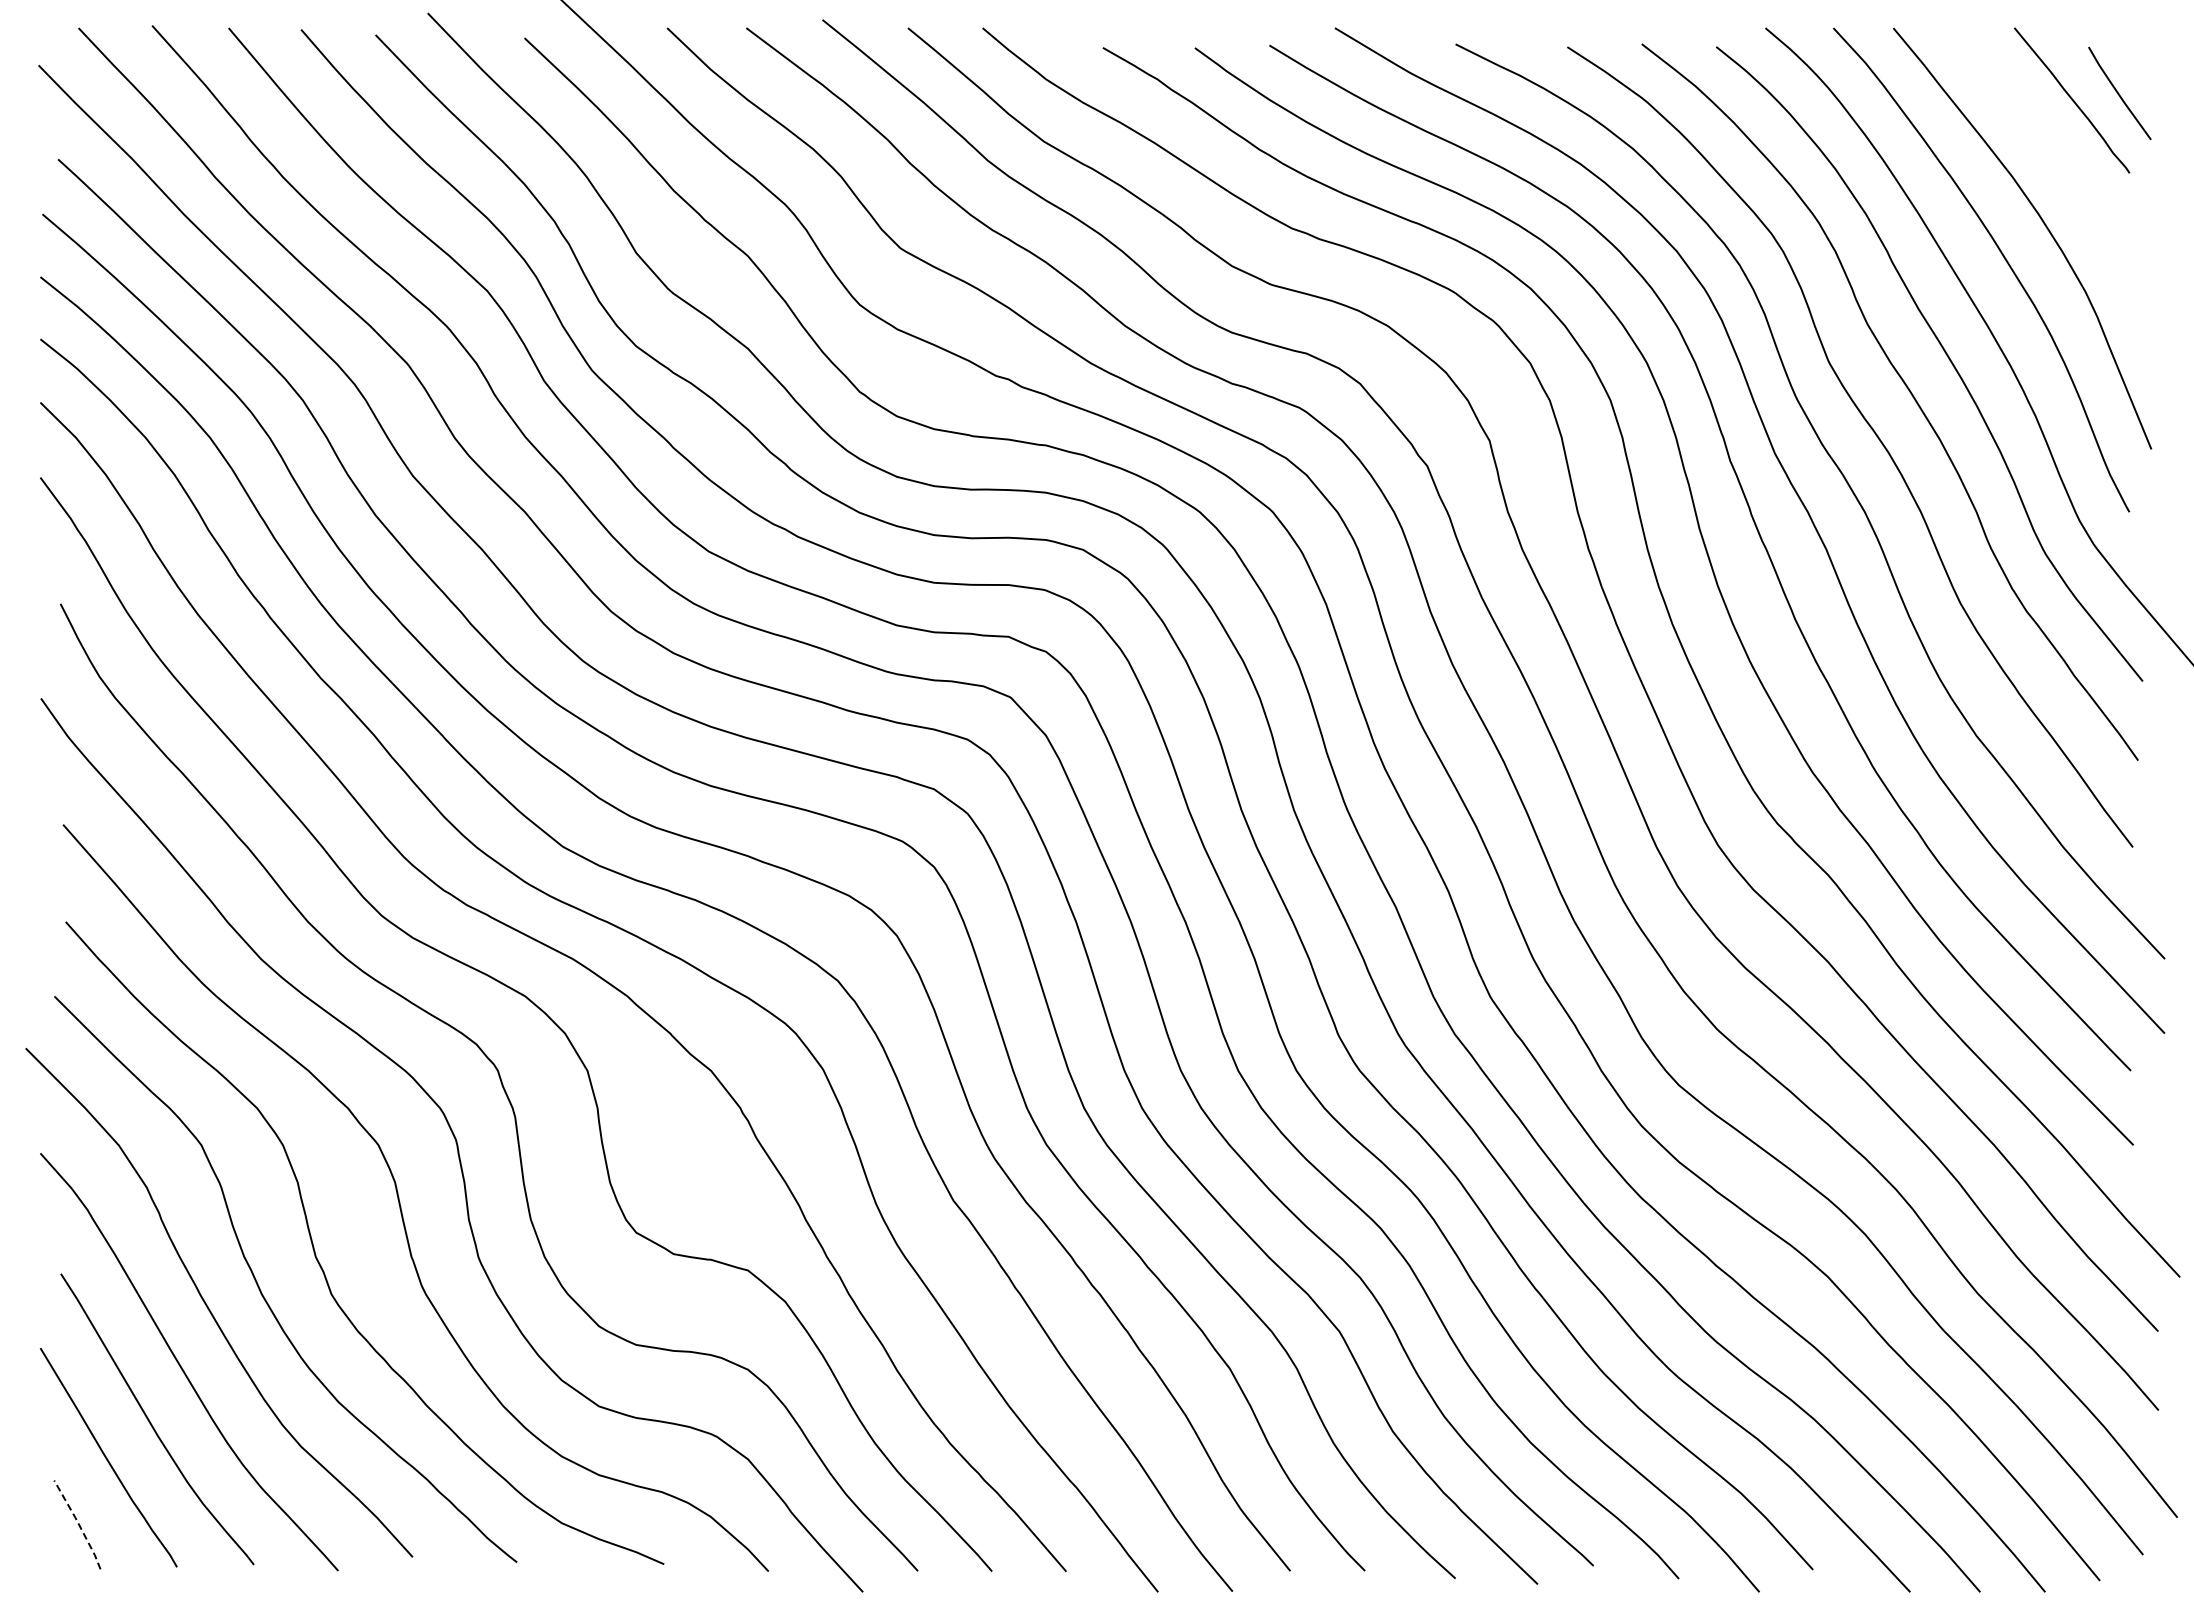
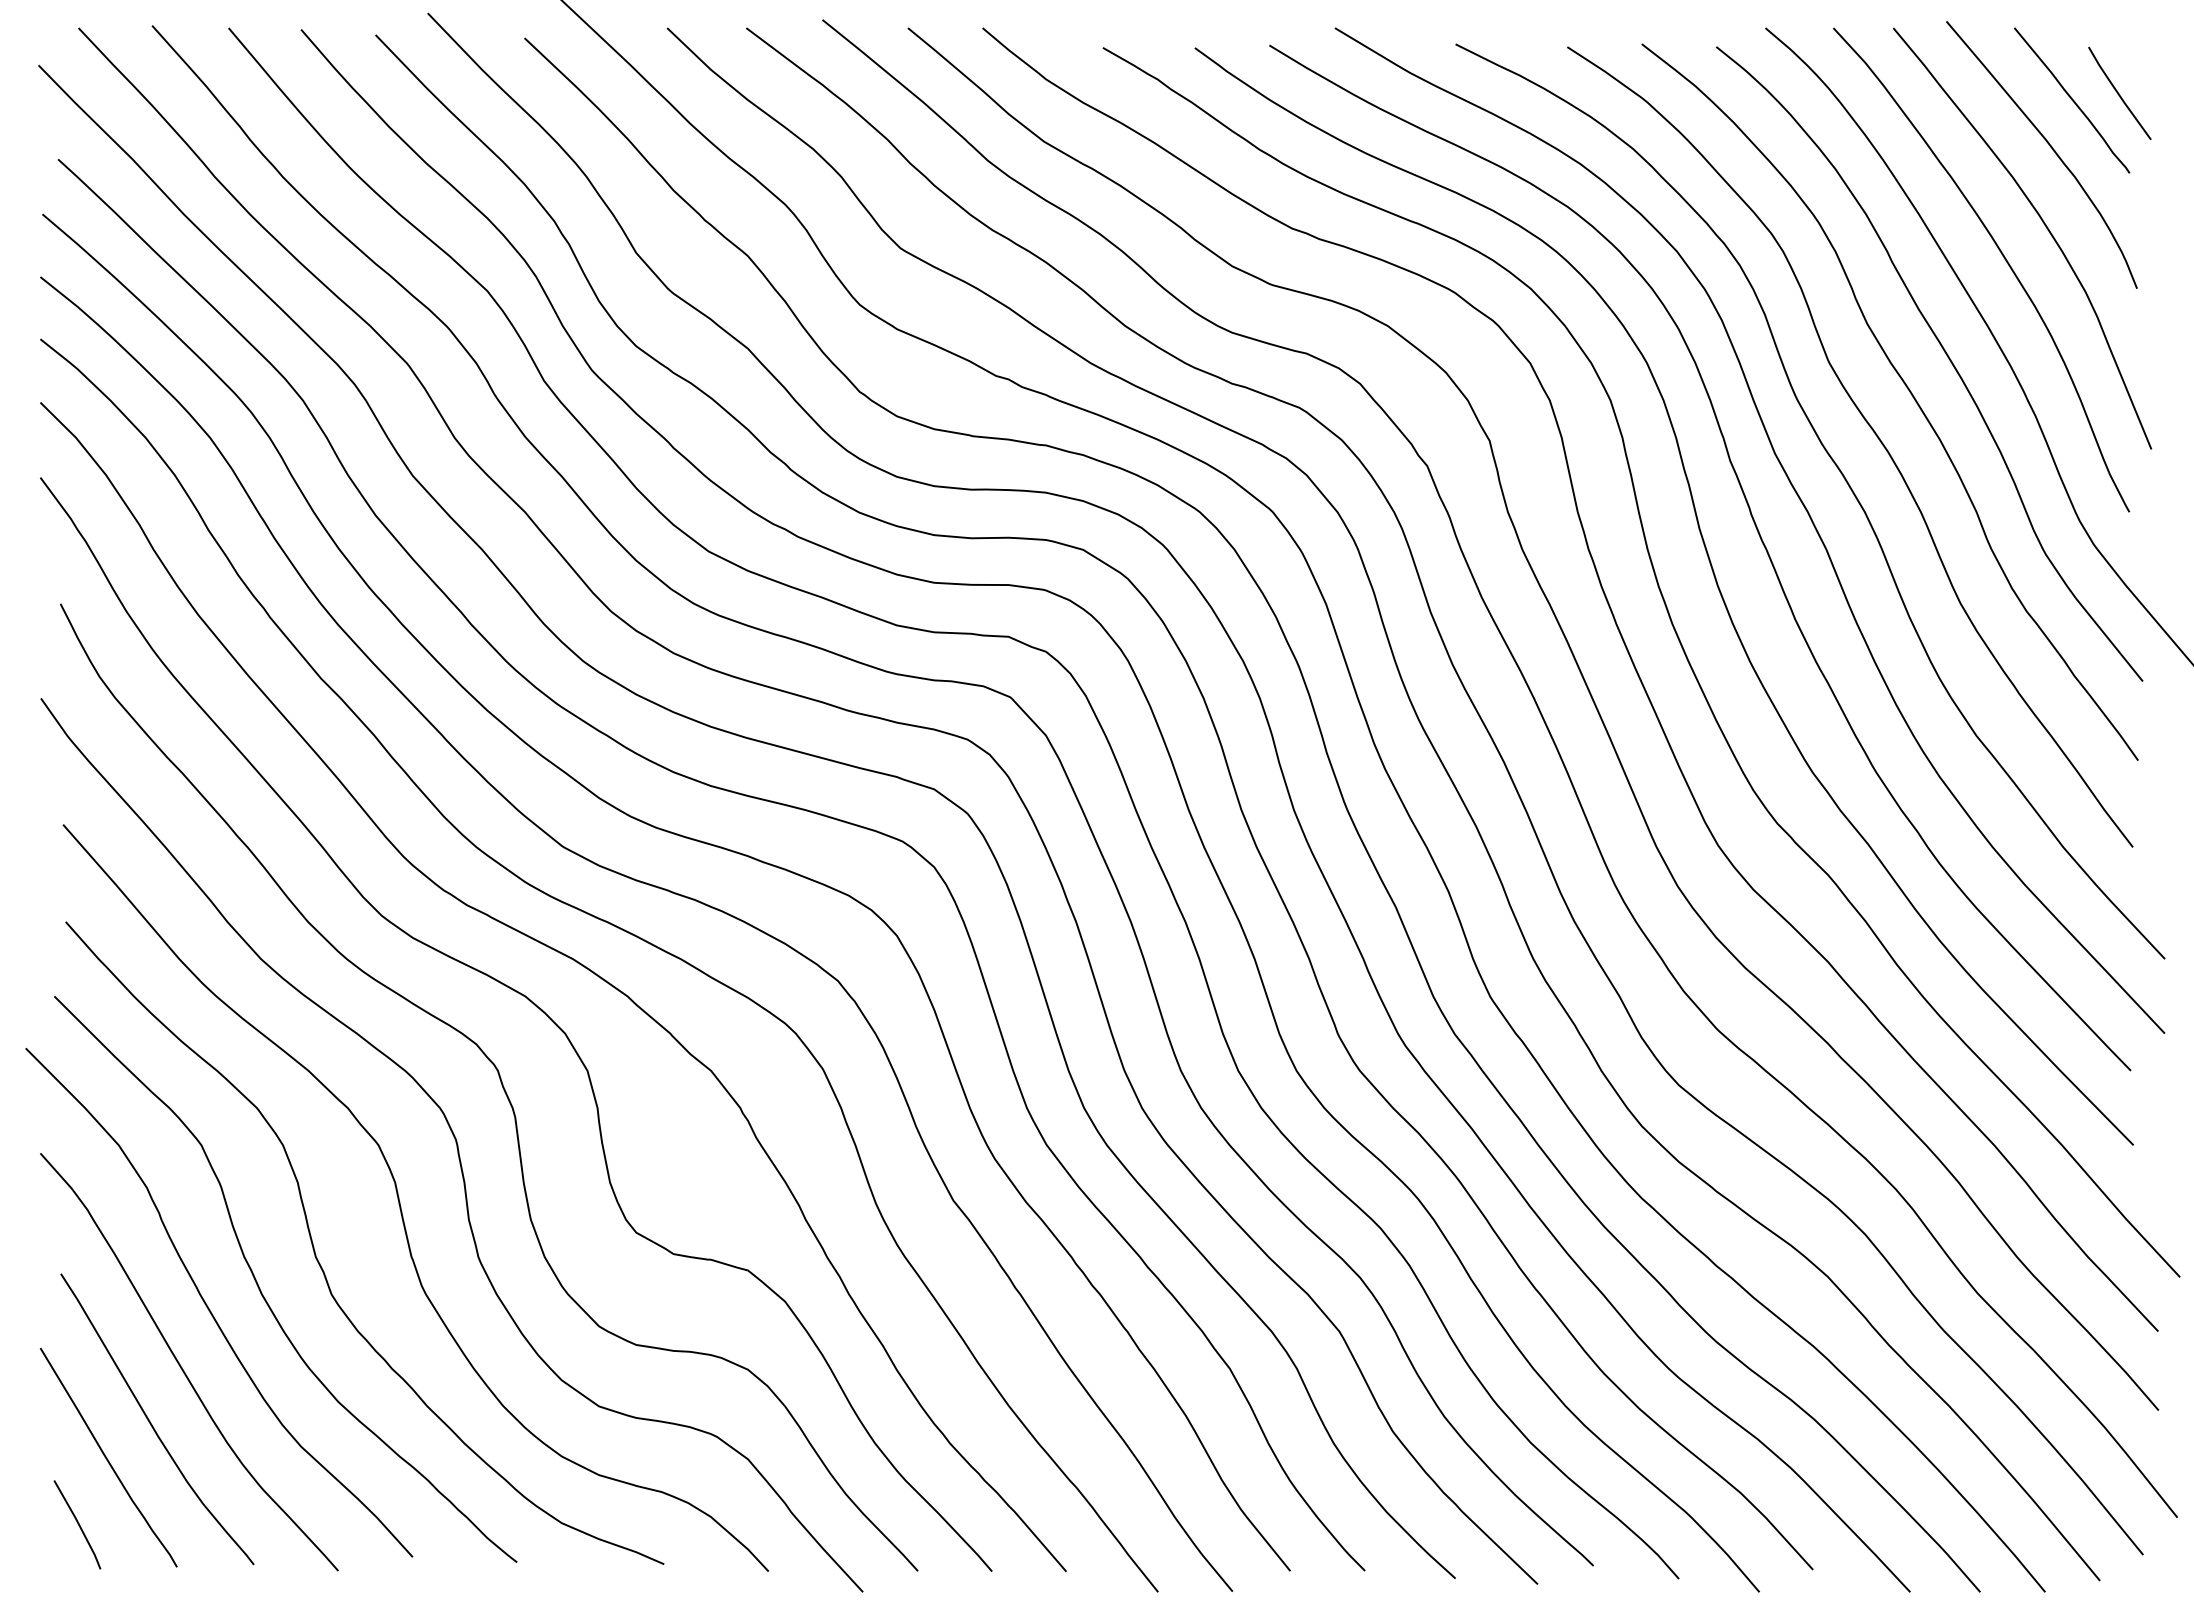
curve at (2049, 146): none -> present
line at (78, 1523): dashed -> solid
